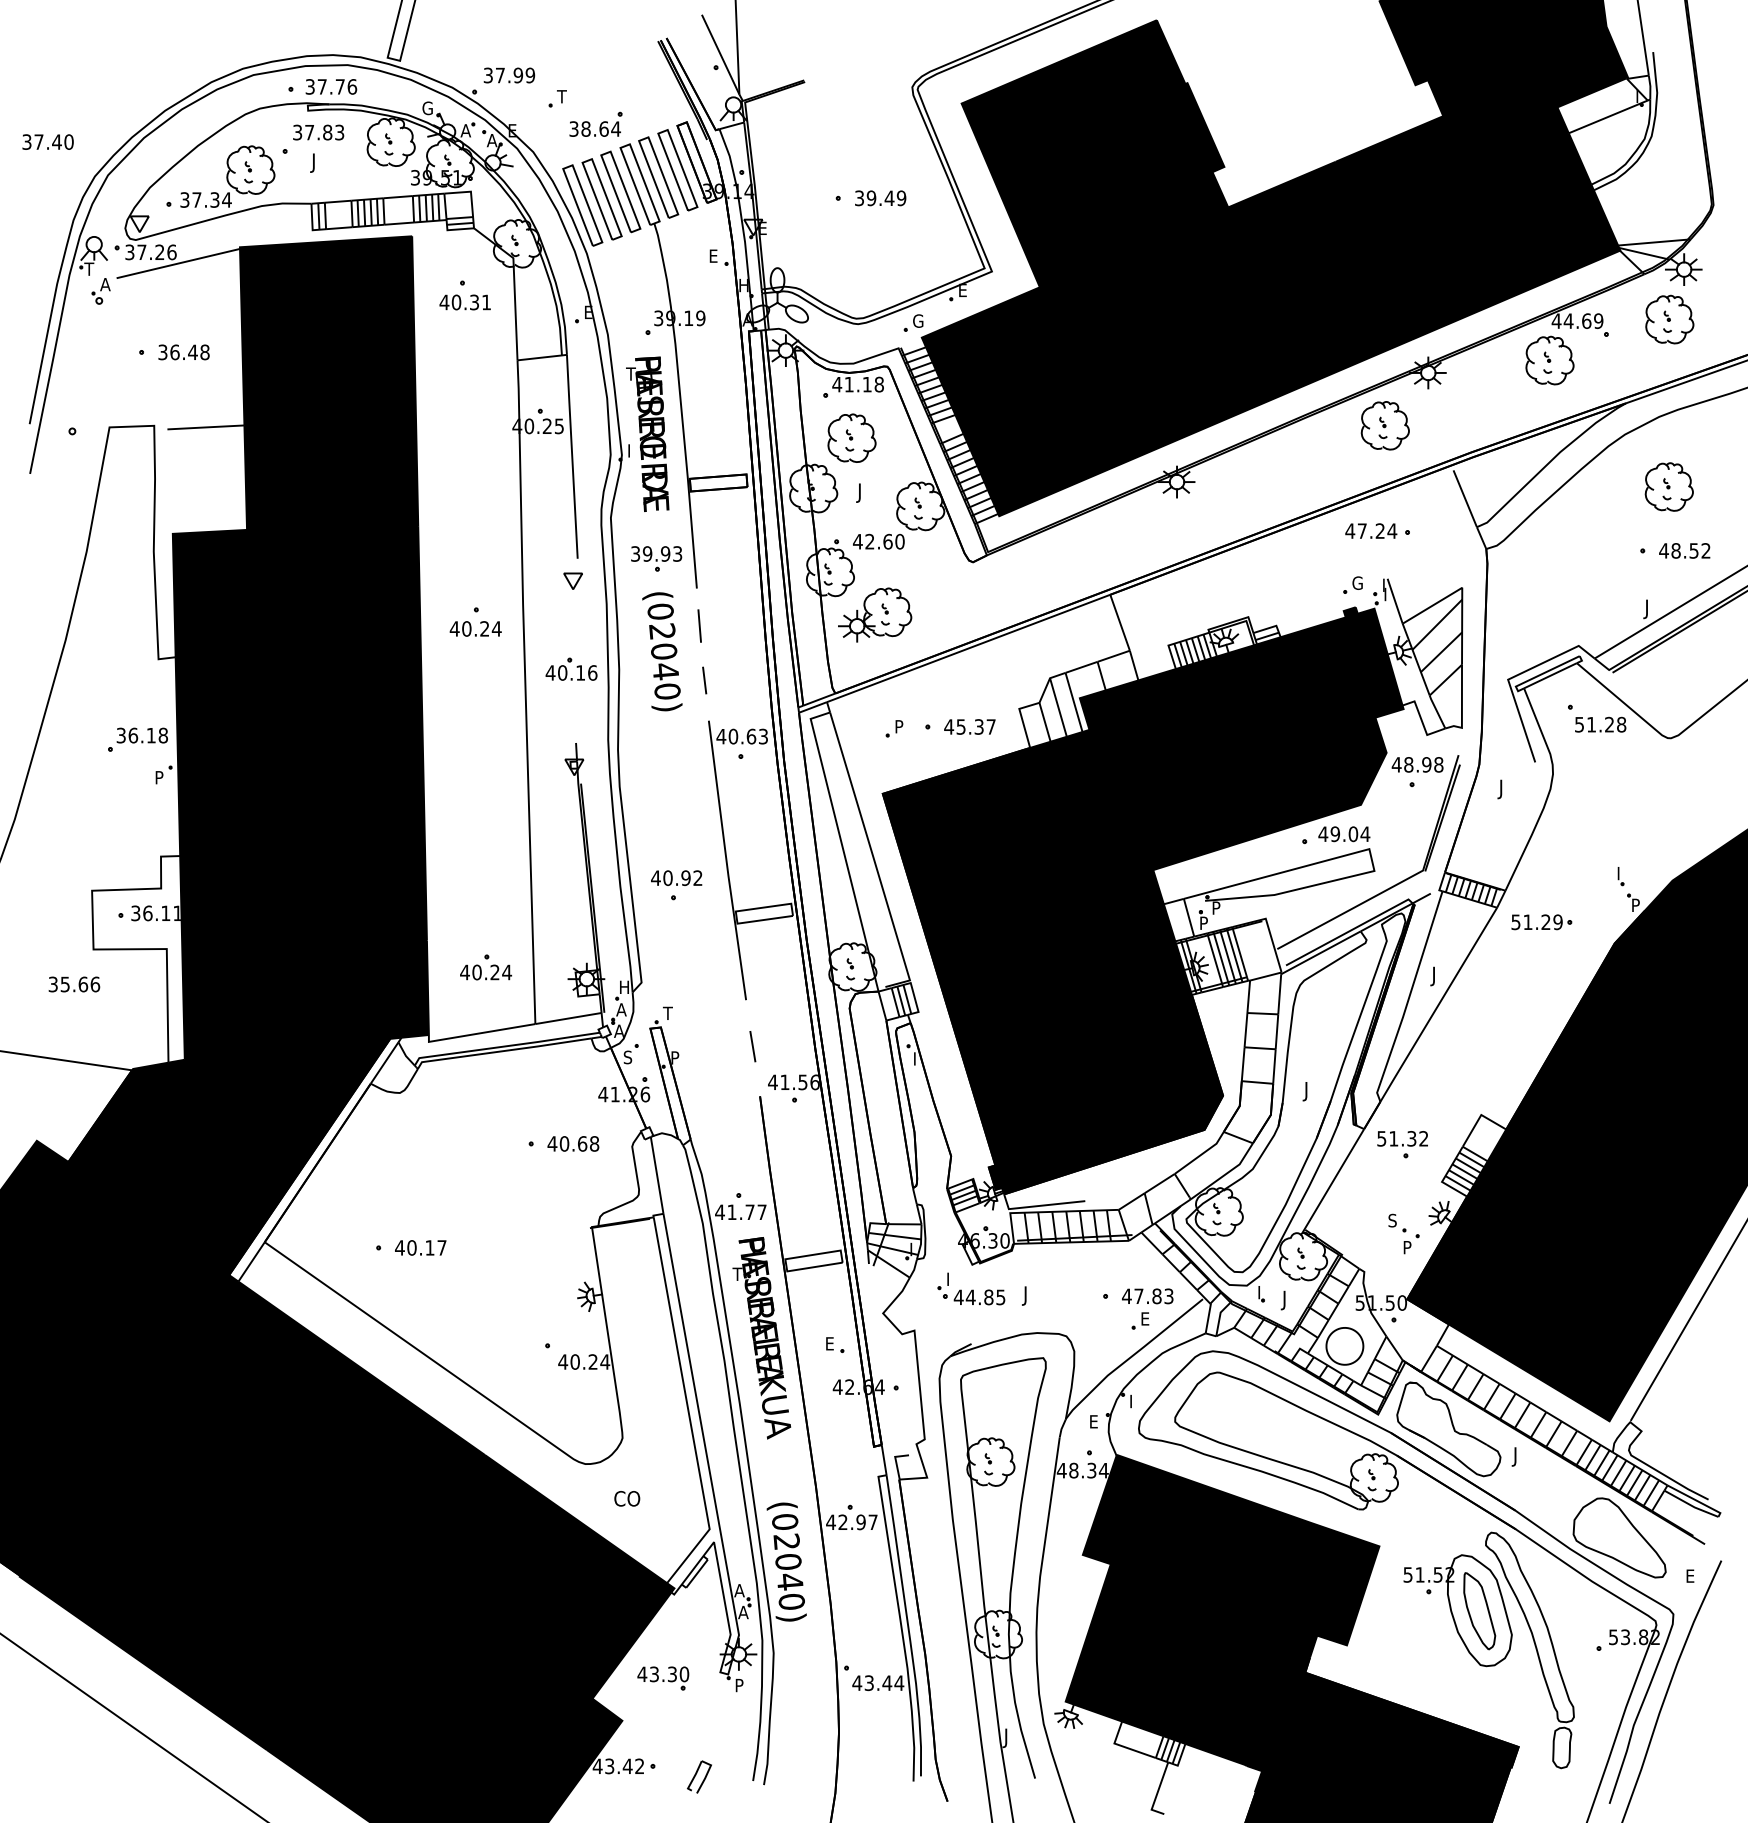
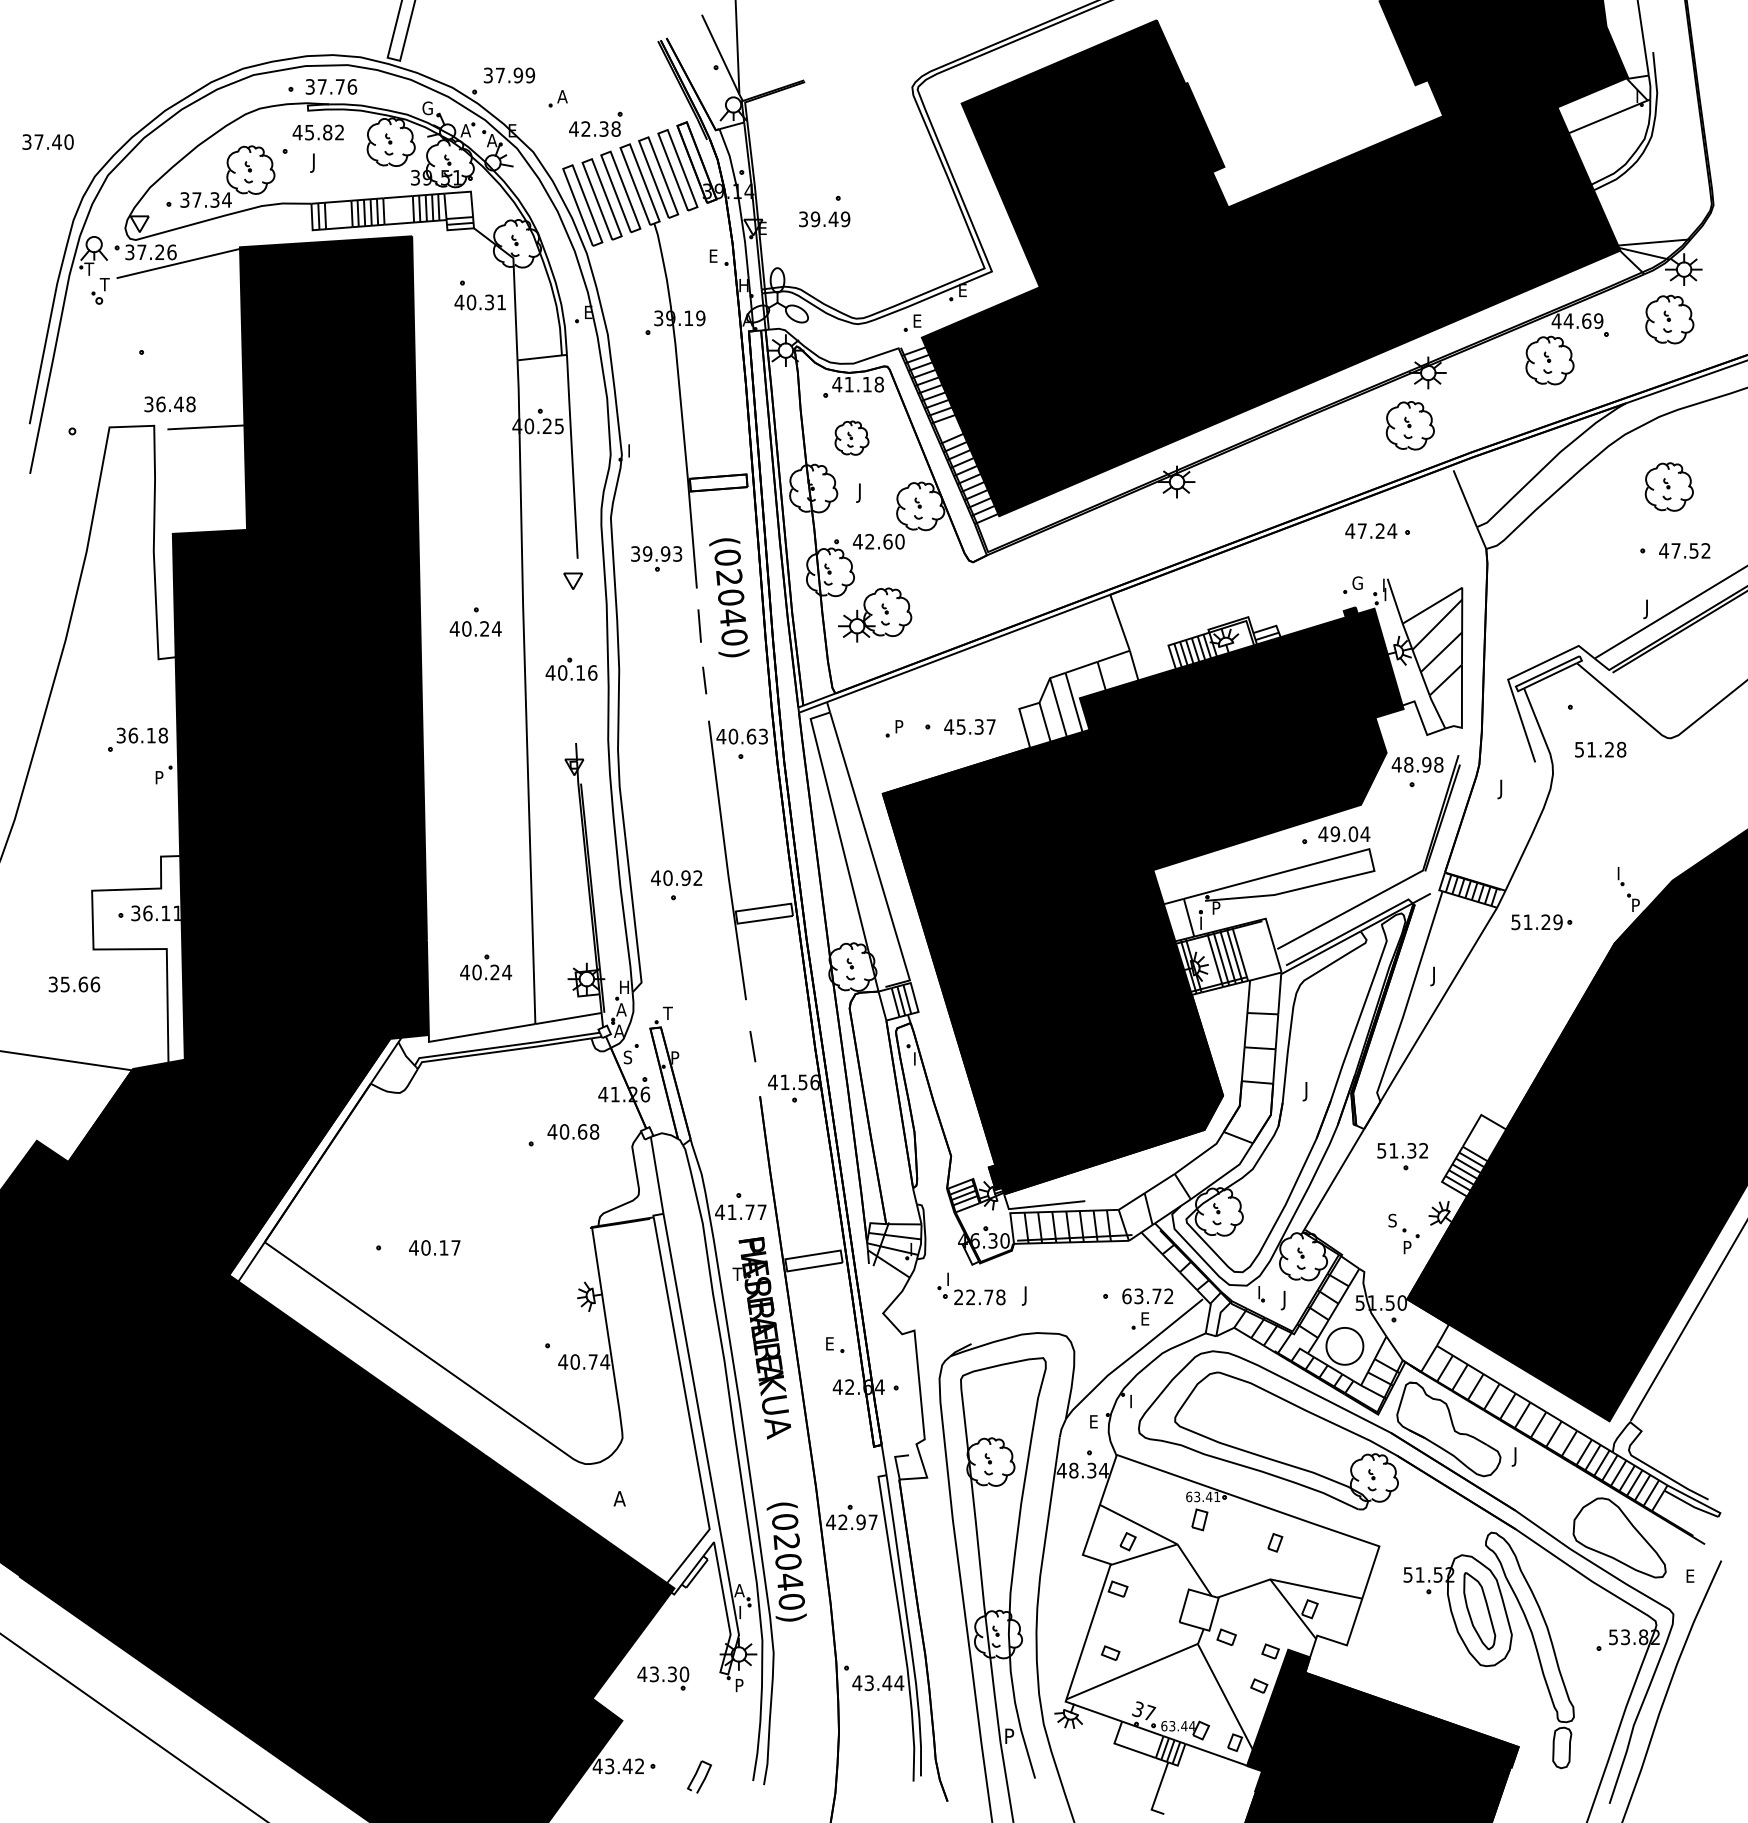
text at (562, 96): T -> A
text at (595, 128): 38.64 -> 42.38
text at (318, 132): 37.83 -> 45.82
text at (880, 198) position: (880, 198) -> (824, 219)
text at (104, 284): A -> T
text at (464, 302) position: (464, 302) -> (479, 302)
text at (918, 320): G -> E
text at (183, 352) position: (183, 352) -> (169, 404)
part at (1384, 425) position: (1384, 425) -> (1409, 425)
part at (647, 433): present -> none
part at (851, 437) size: 50x50 px -> 36x36 px
text at (1675, 550): 48.52 -> 47.52
text at (662, 651) position: (662, 651) -> (729, 597)
text at (1600, 724) position: (1600, 724) -> (1600, 749)
text at (1204, 920): P -> I
text at (573, 1143) position: (573, 1143) -> (573, 1131)
part at (1402, 1144) position: (1402, 1144) -> (1402, 1156)
text at (420, 1247) position: (420, 1247) -> (434, 1247)
text at (1147, 1296): 47.83 -> 63.72
text at (979, 1297): 44.85 -> 22.78
text at (592, 1361): 40.24 -> 40.74
text at (626, 1498): CO -> A
fill at (1222, 1609): present -> none
text at (743, 1612): A -> I
text at (1008, 1738): J -> P
